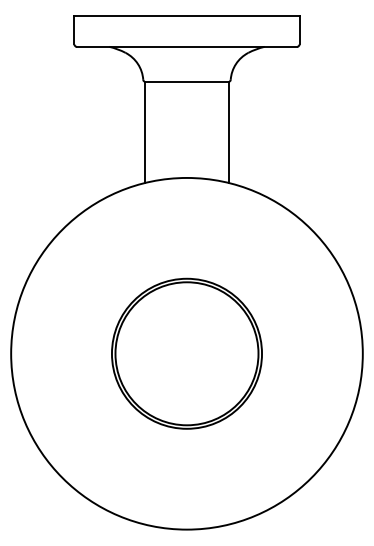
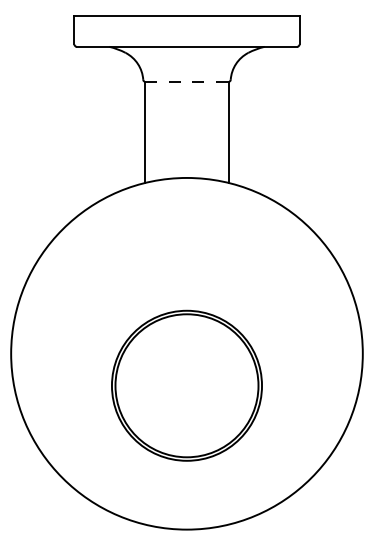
line at (187, 82): solid -> dashed
part at (186, 353) position: (186, 353) -> (186, 385)
